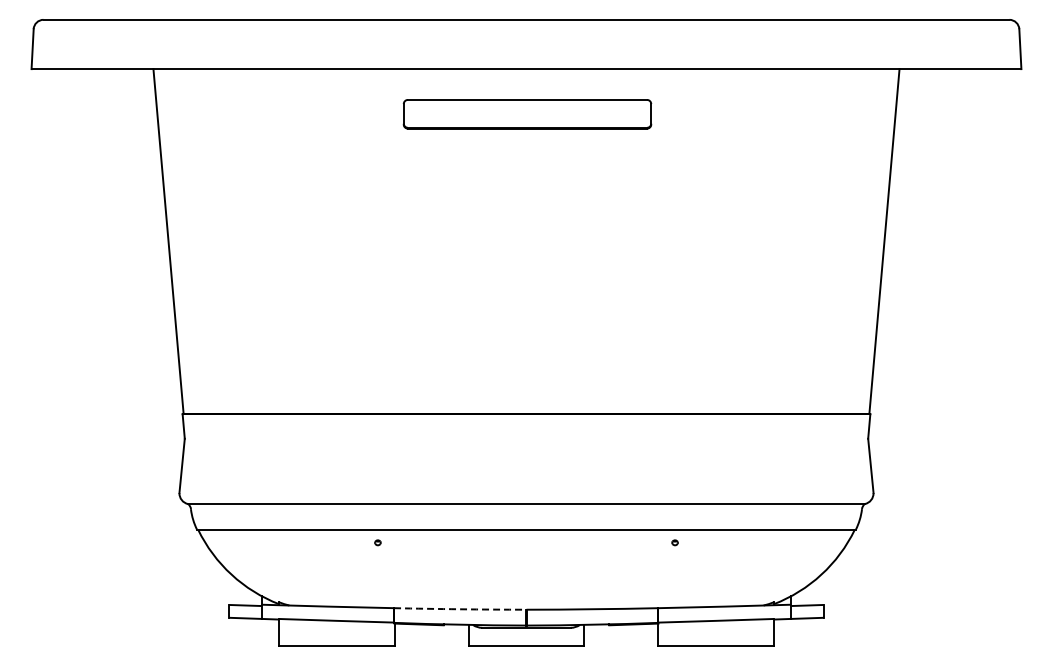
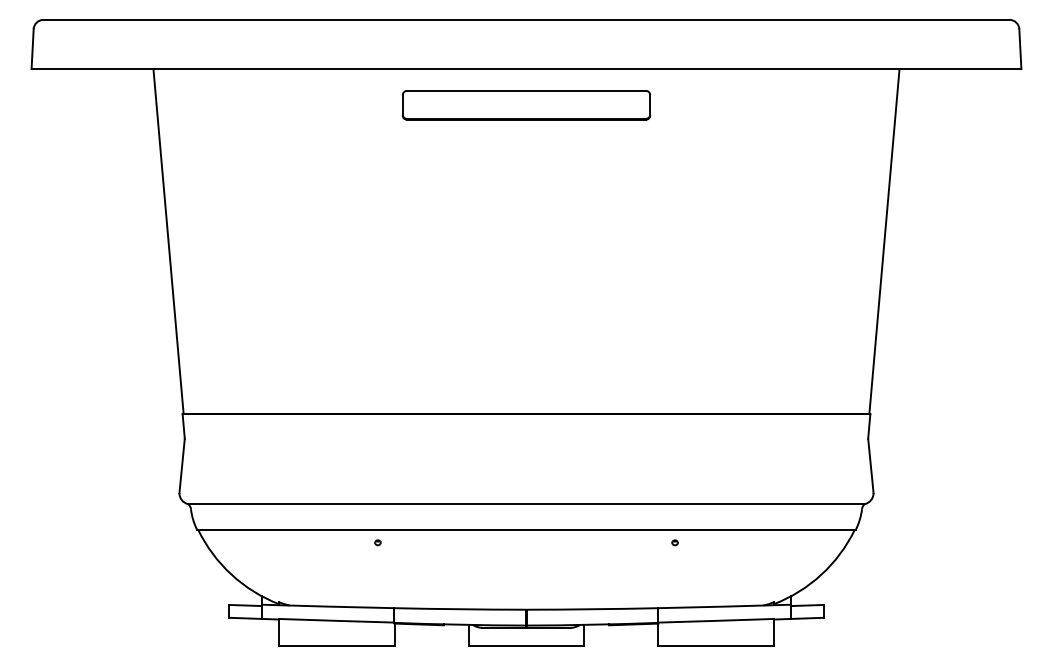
part at (527, 114) position: (527, 114) -> (526, 105)
arc at (460, 609): dashed -> solid
